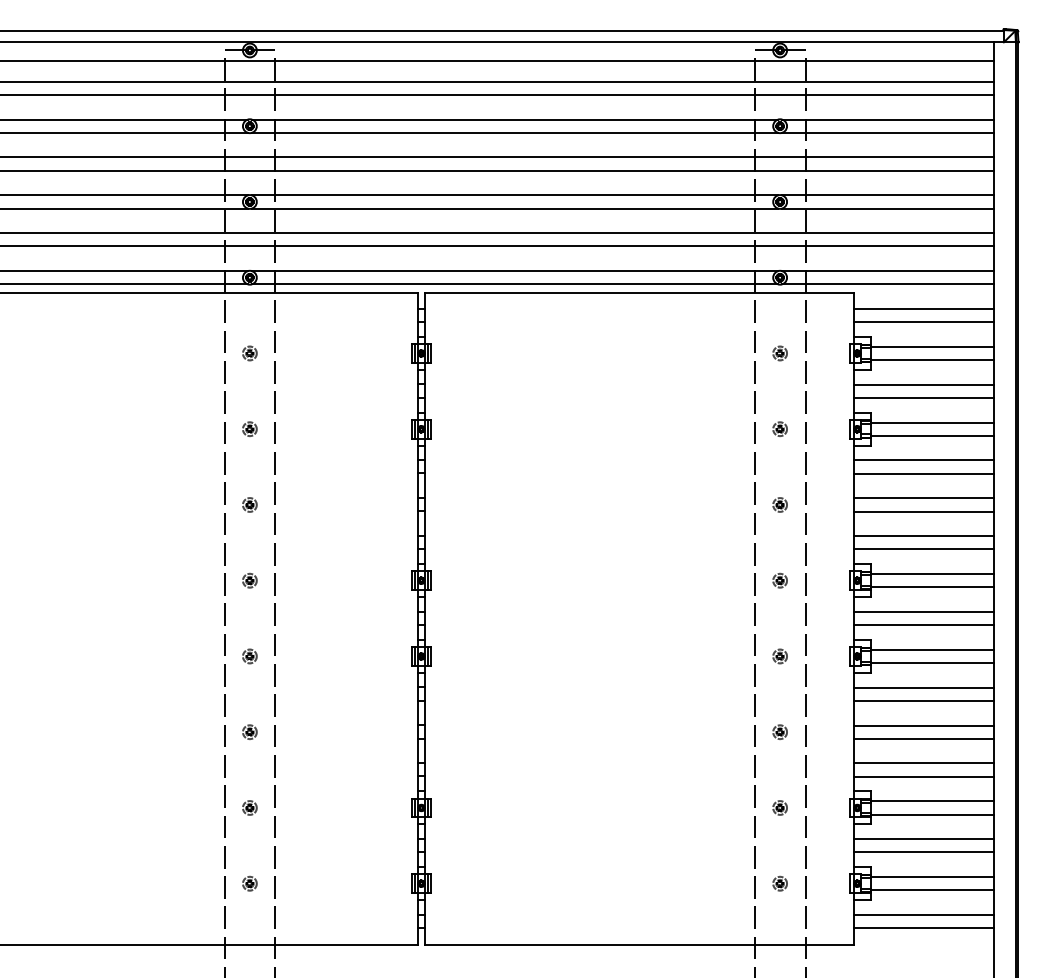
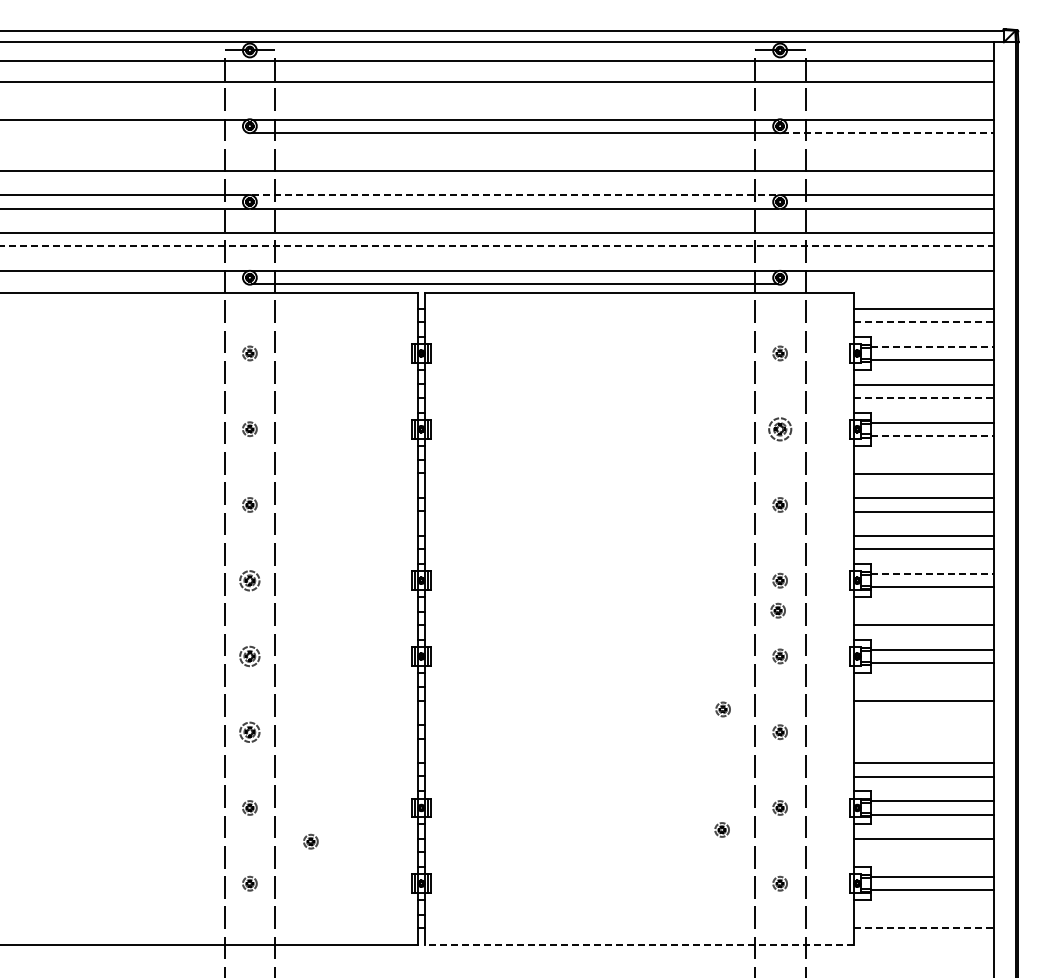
line at (497, 94): present -> none
line at (124, 132): present -> none
line at (887, 132): solid -> dashed
line at (497, 157): present -> none
line at (515, 195): solid -> dashed
line at (497, 246): solid -> dashed
line at (124, 284): present -> none
line at (887, 284): present -> none
line at (923, 322): solid -> dashed
line at (932, 346): solid -> dashed
line at (923, 397): solid -> dashed
part at (779, 428) size: 16x16 px -> 25x25 px
line at (932, 435): solid -> dashed
line at (923, 460): present -> none
line at (932, 574): solid -> dashed
part at (249, 580) size: 16x17 px -> 22x22 px
part at (777, 610): none -> present
line at (923, 611): present -> none
part at (249, 656) size: 16x17 px -> 22x23 px
line at (923, 687): present -> none
part at (722, 709): none -> present
line at (923, 725): present -> none
part at (249, 731) size: 16x16 px -> 22x22 px
line at (923, 738): present -> none
part at (721, 829): none -> present
part at (310, 841): none -> present
line at (923, 852): present -> none
line at (923, 914): present -> none
line at (923, 928): solid -> dashed
line at (639, 944): solid -> dashed
